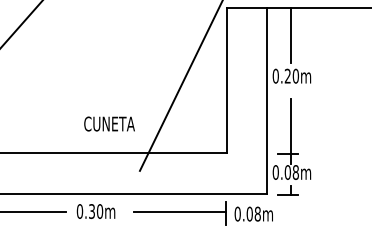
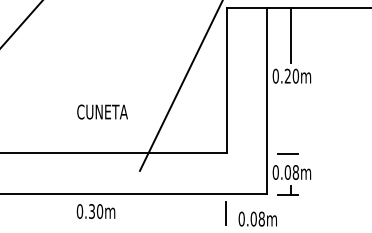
text at (109, 123) position: (109, 123) -> (102, 111)
line at (290, 130): present -> none
line at (33, 212): present -> none
line at (180, 212): present -> none
text at (253, 213) position: (253, 213) -> (257, 218)
